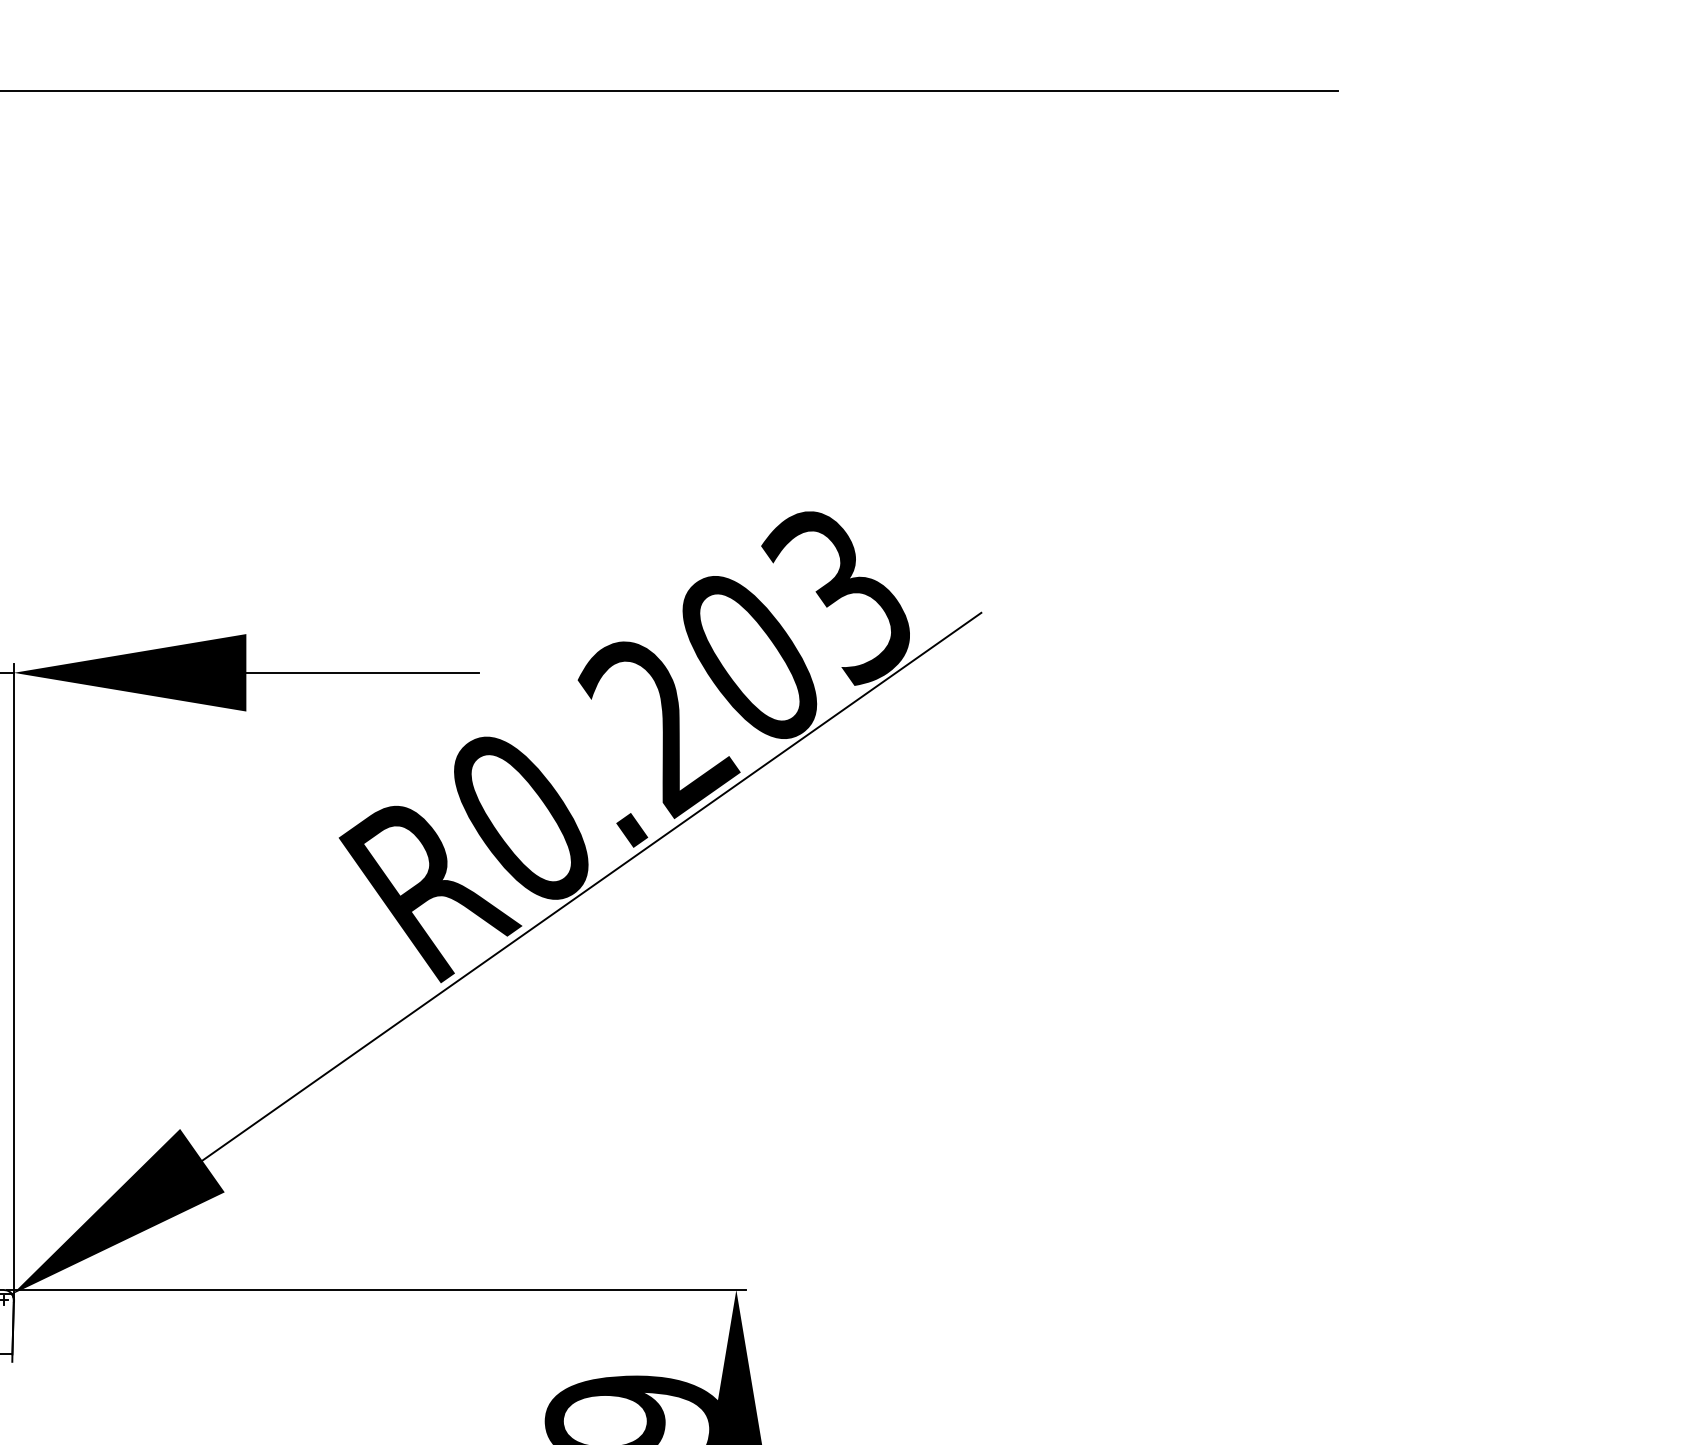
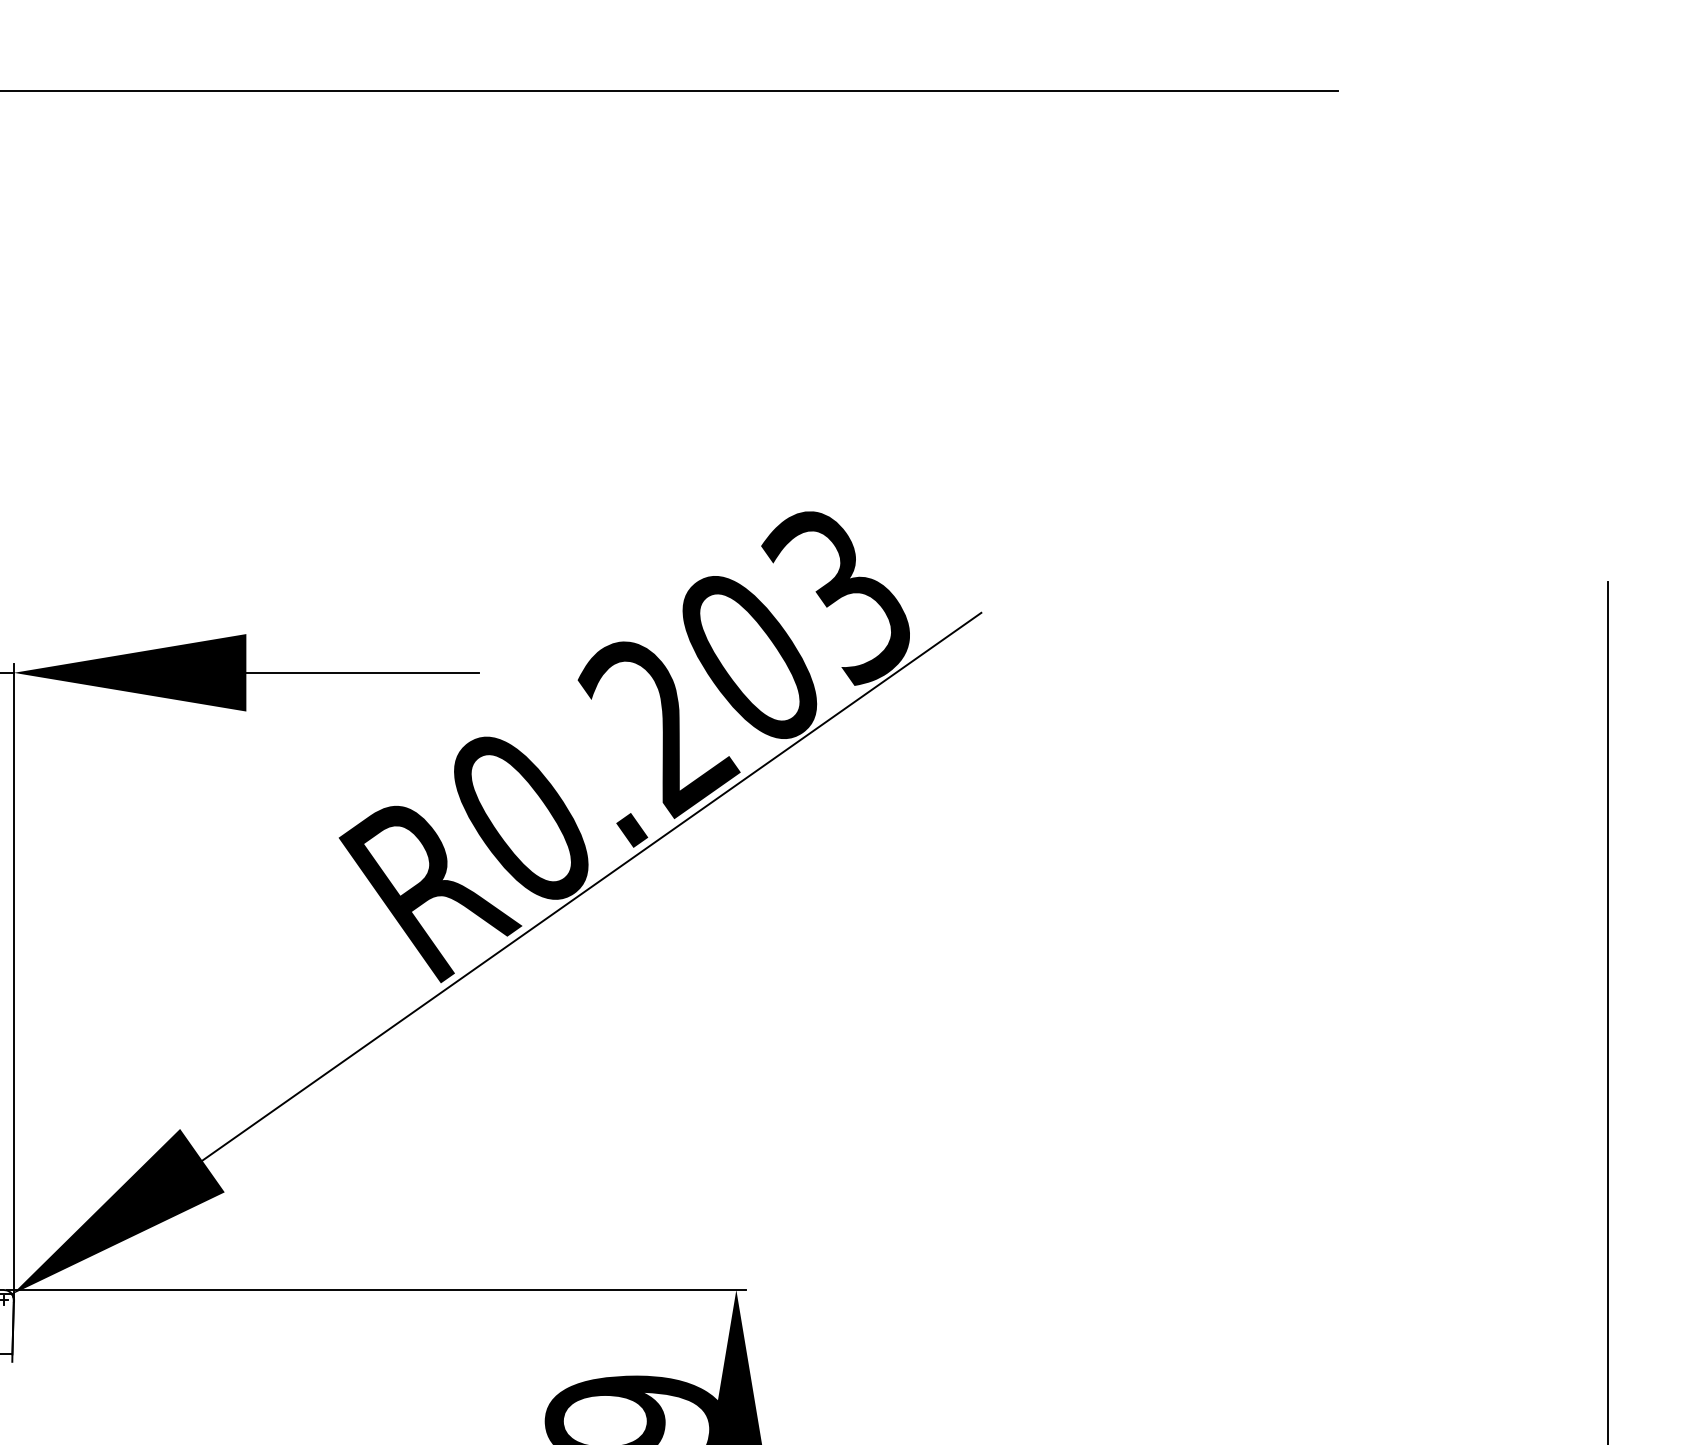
line at (1608, 1011): none -> present
